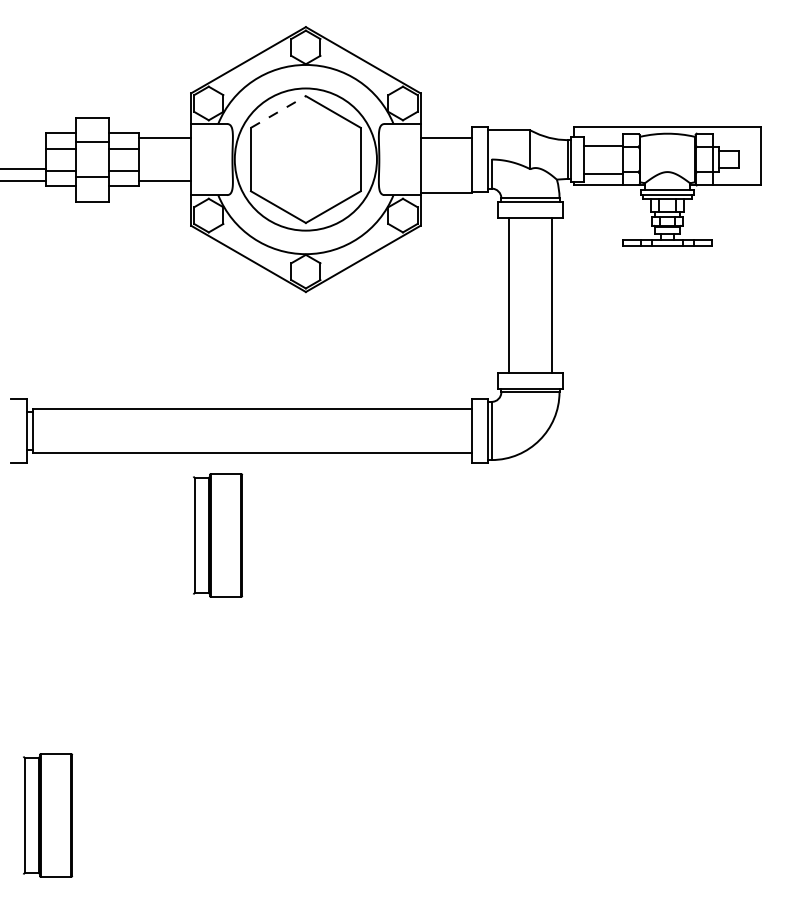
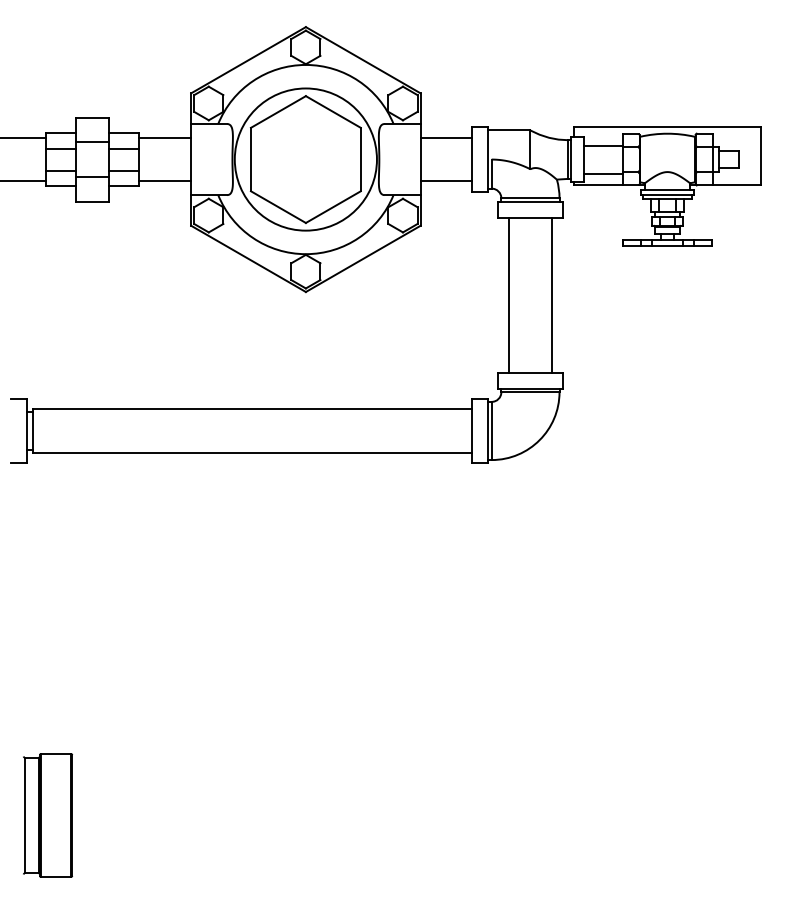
line at (278, 112): dashed -> solid
line at (23, 168) position: (23, 168) -> (23, 137)
line at (446, 193) position: (446, 193) -> (446, 181)
part at (217, 535): present -> none
